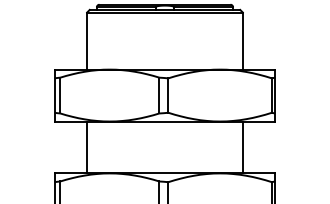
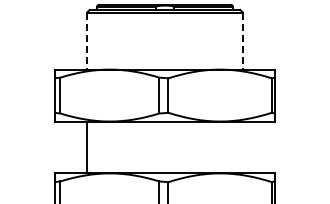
line at (87, 41): solid -> dashed
line at (242, 41): solid -> dashed
line at (242, 147): present -> none
